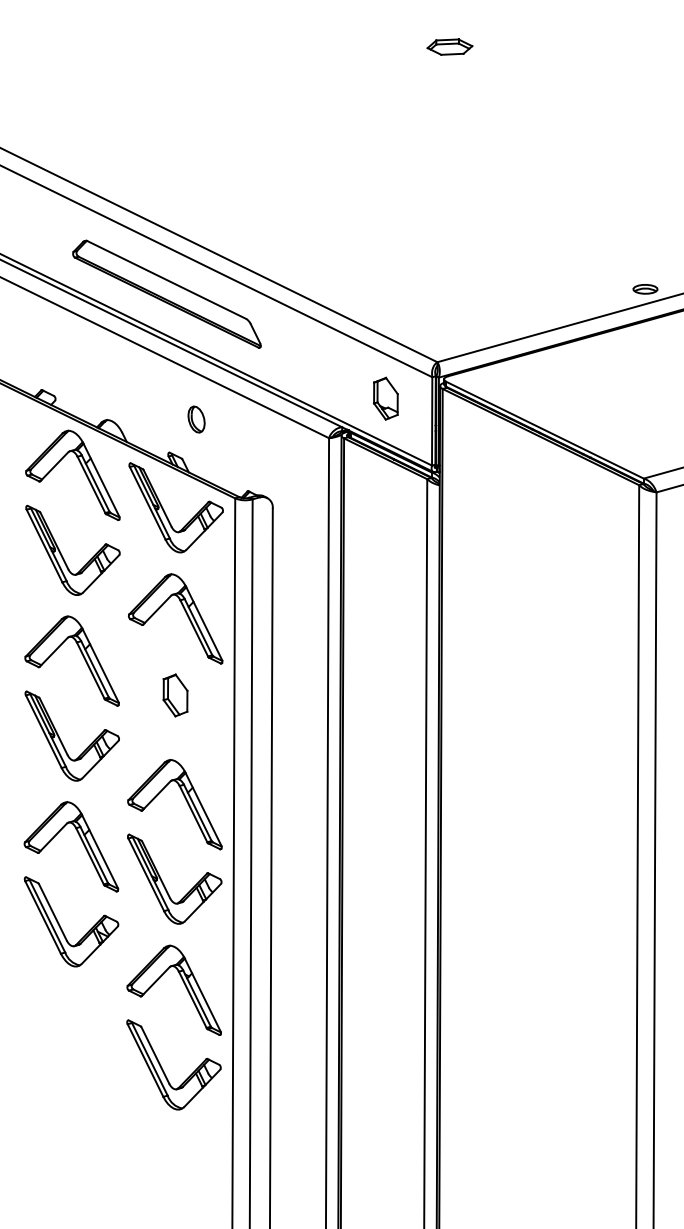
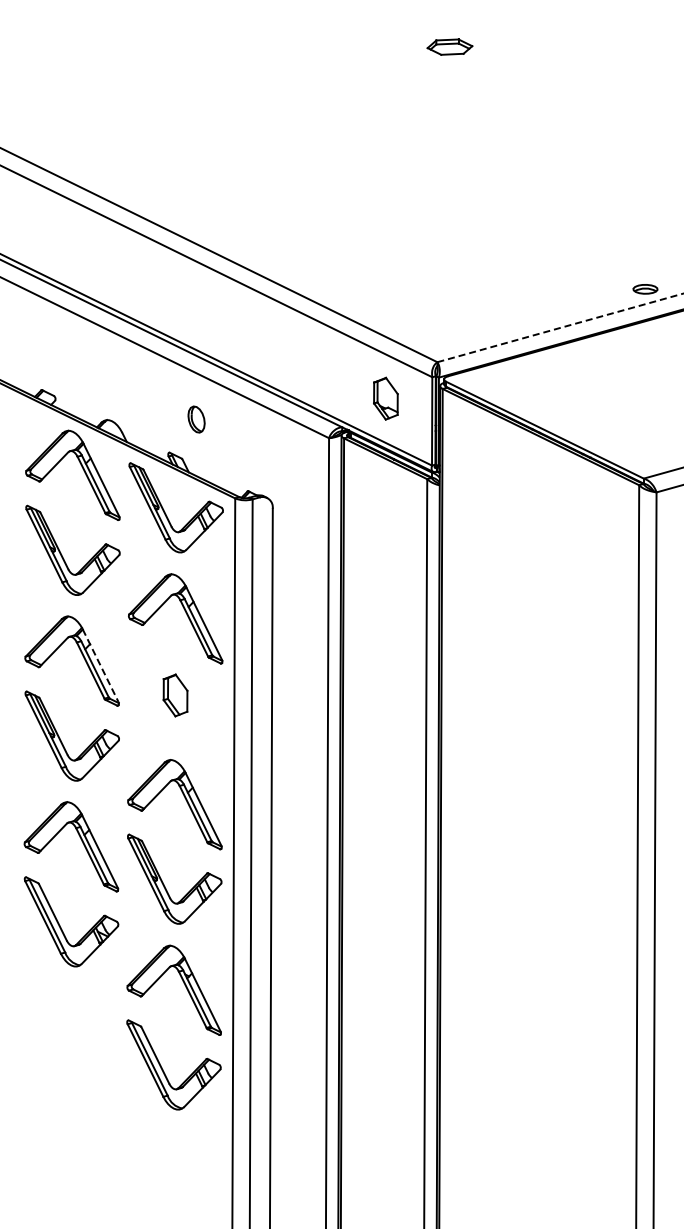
part at (166, 293): present -> none
line at (560, 327): solid -> dashed
line at (100, 666): solid -> dashed
